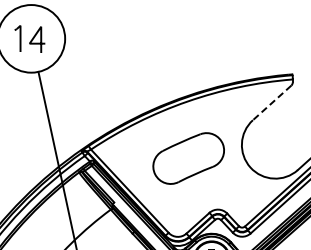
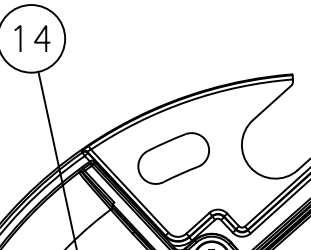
line at (40, 39) position: (40, 39) -> (45, 38)
line at (272, 102): dashed -> solid
part at (188, 158) position: (188, 158) -> (173, 158)
